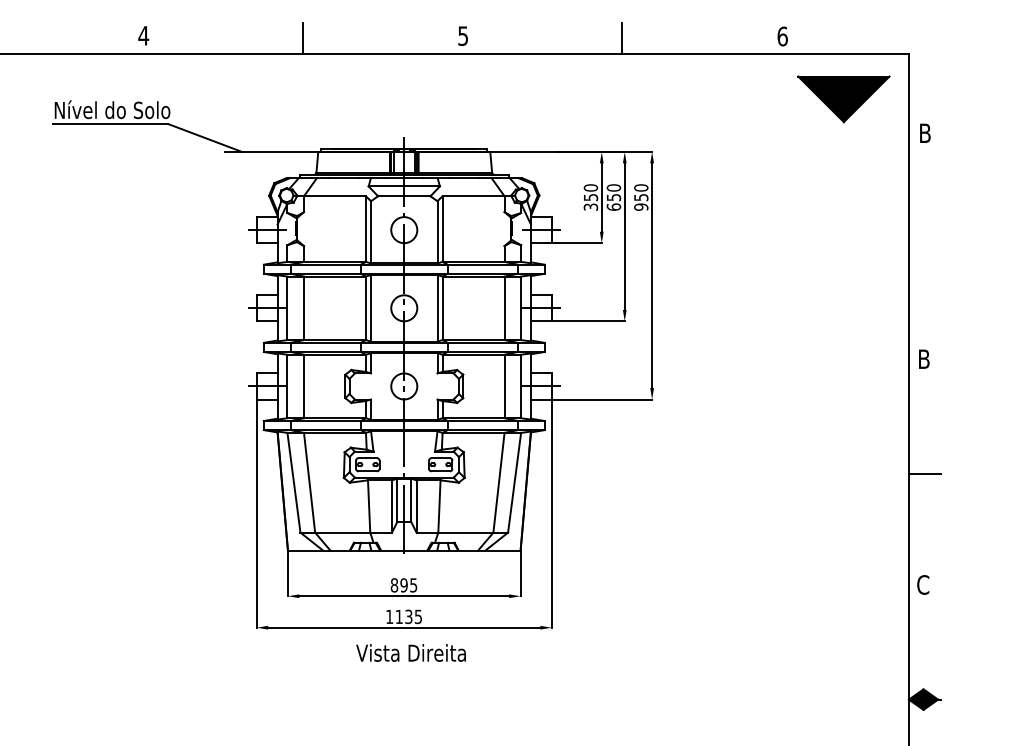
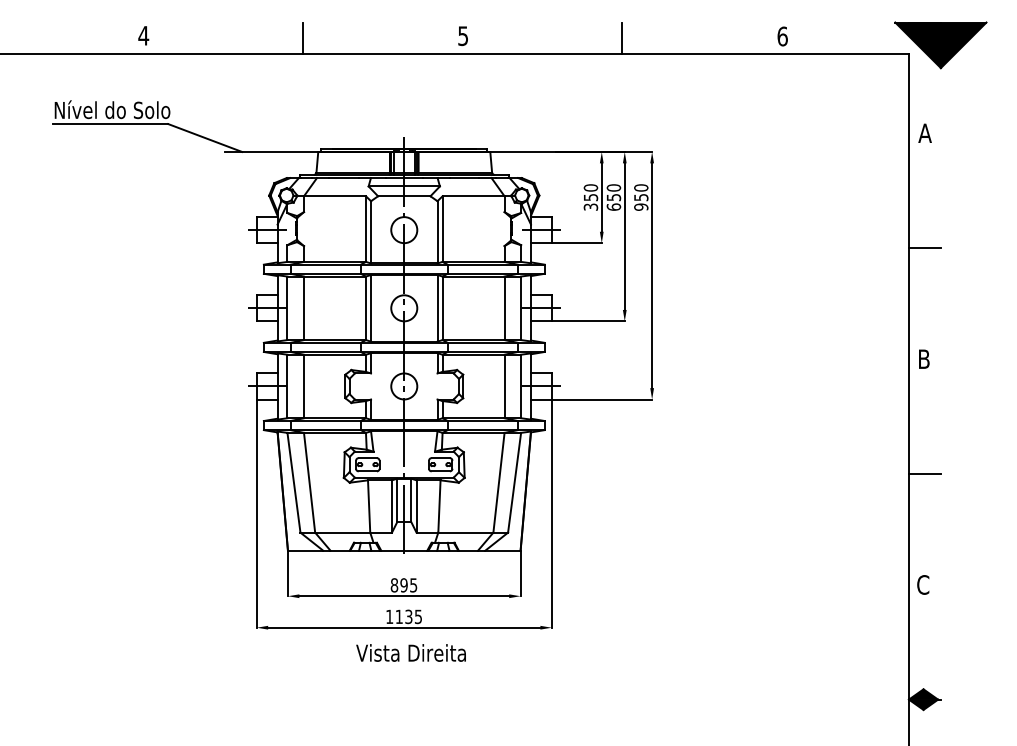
part at (843, 99) position: (843, 99) -> (940, 45)
text at (924, 132): B -> A
line at (924, 248): none -> present
